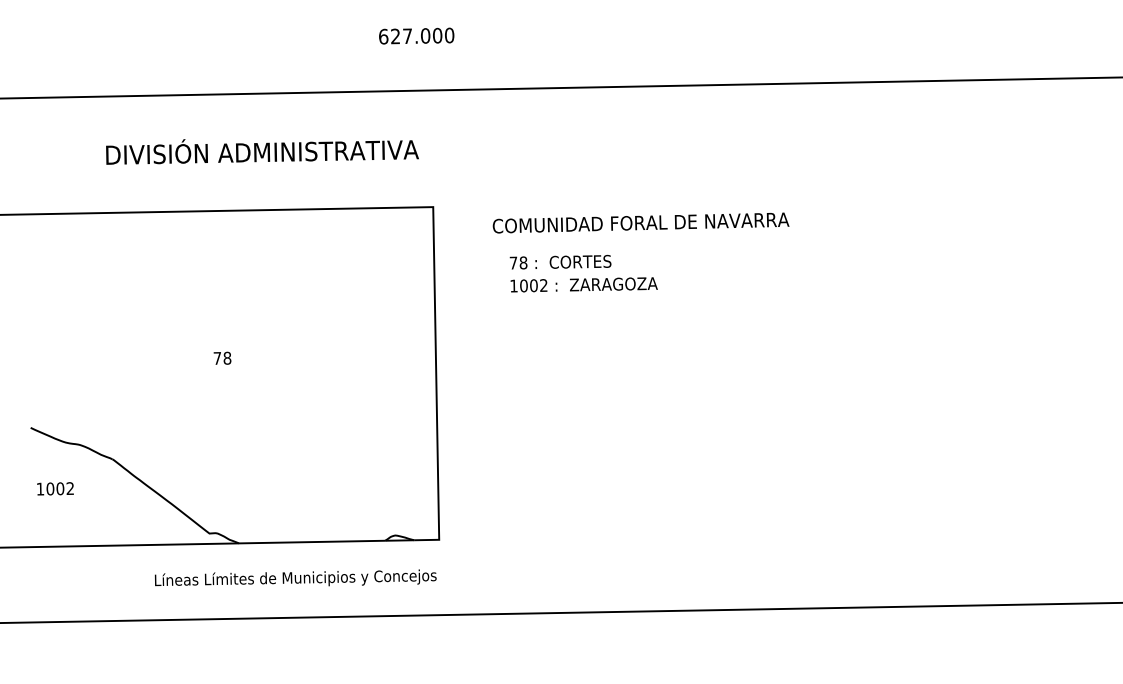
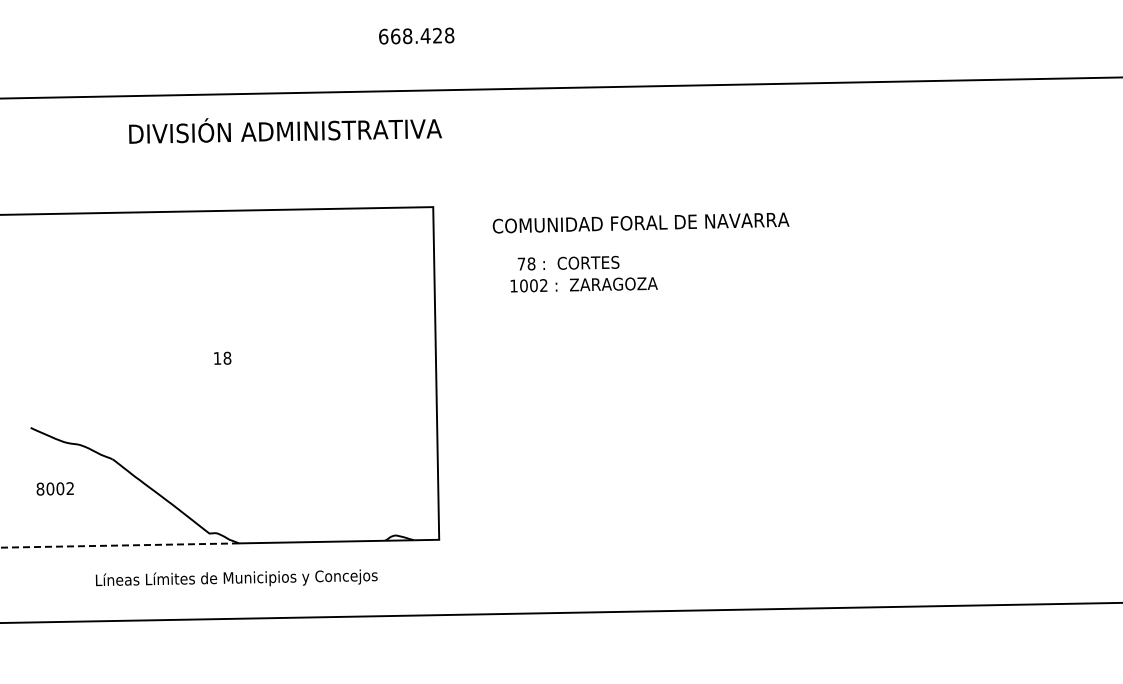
text at (422, 36): 627.000 -> 668.428
text at (262, 151) position: (262, 151) -> (285, 130)
text at (560, 261) position: (560, 261) -> (568, 262)
text at (217, 358): 78 -> 18
text at (40, 488): 1002 -> 8002
line at (119, 545): solid -> dashed
text at (295, 577) position: (295, 577) -> (236, 577)
